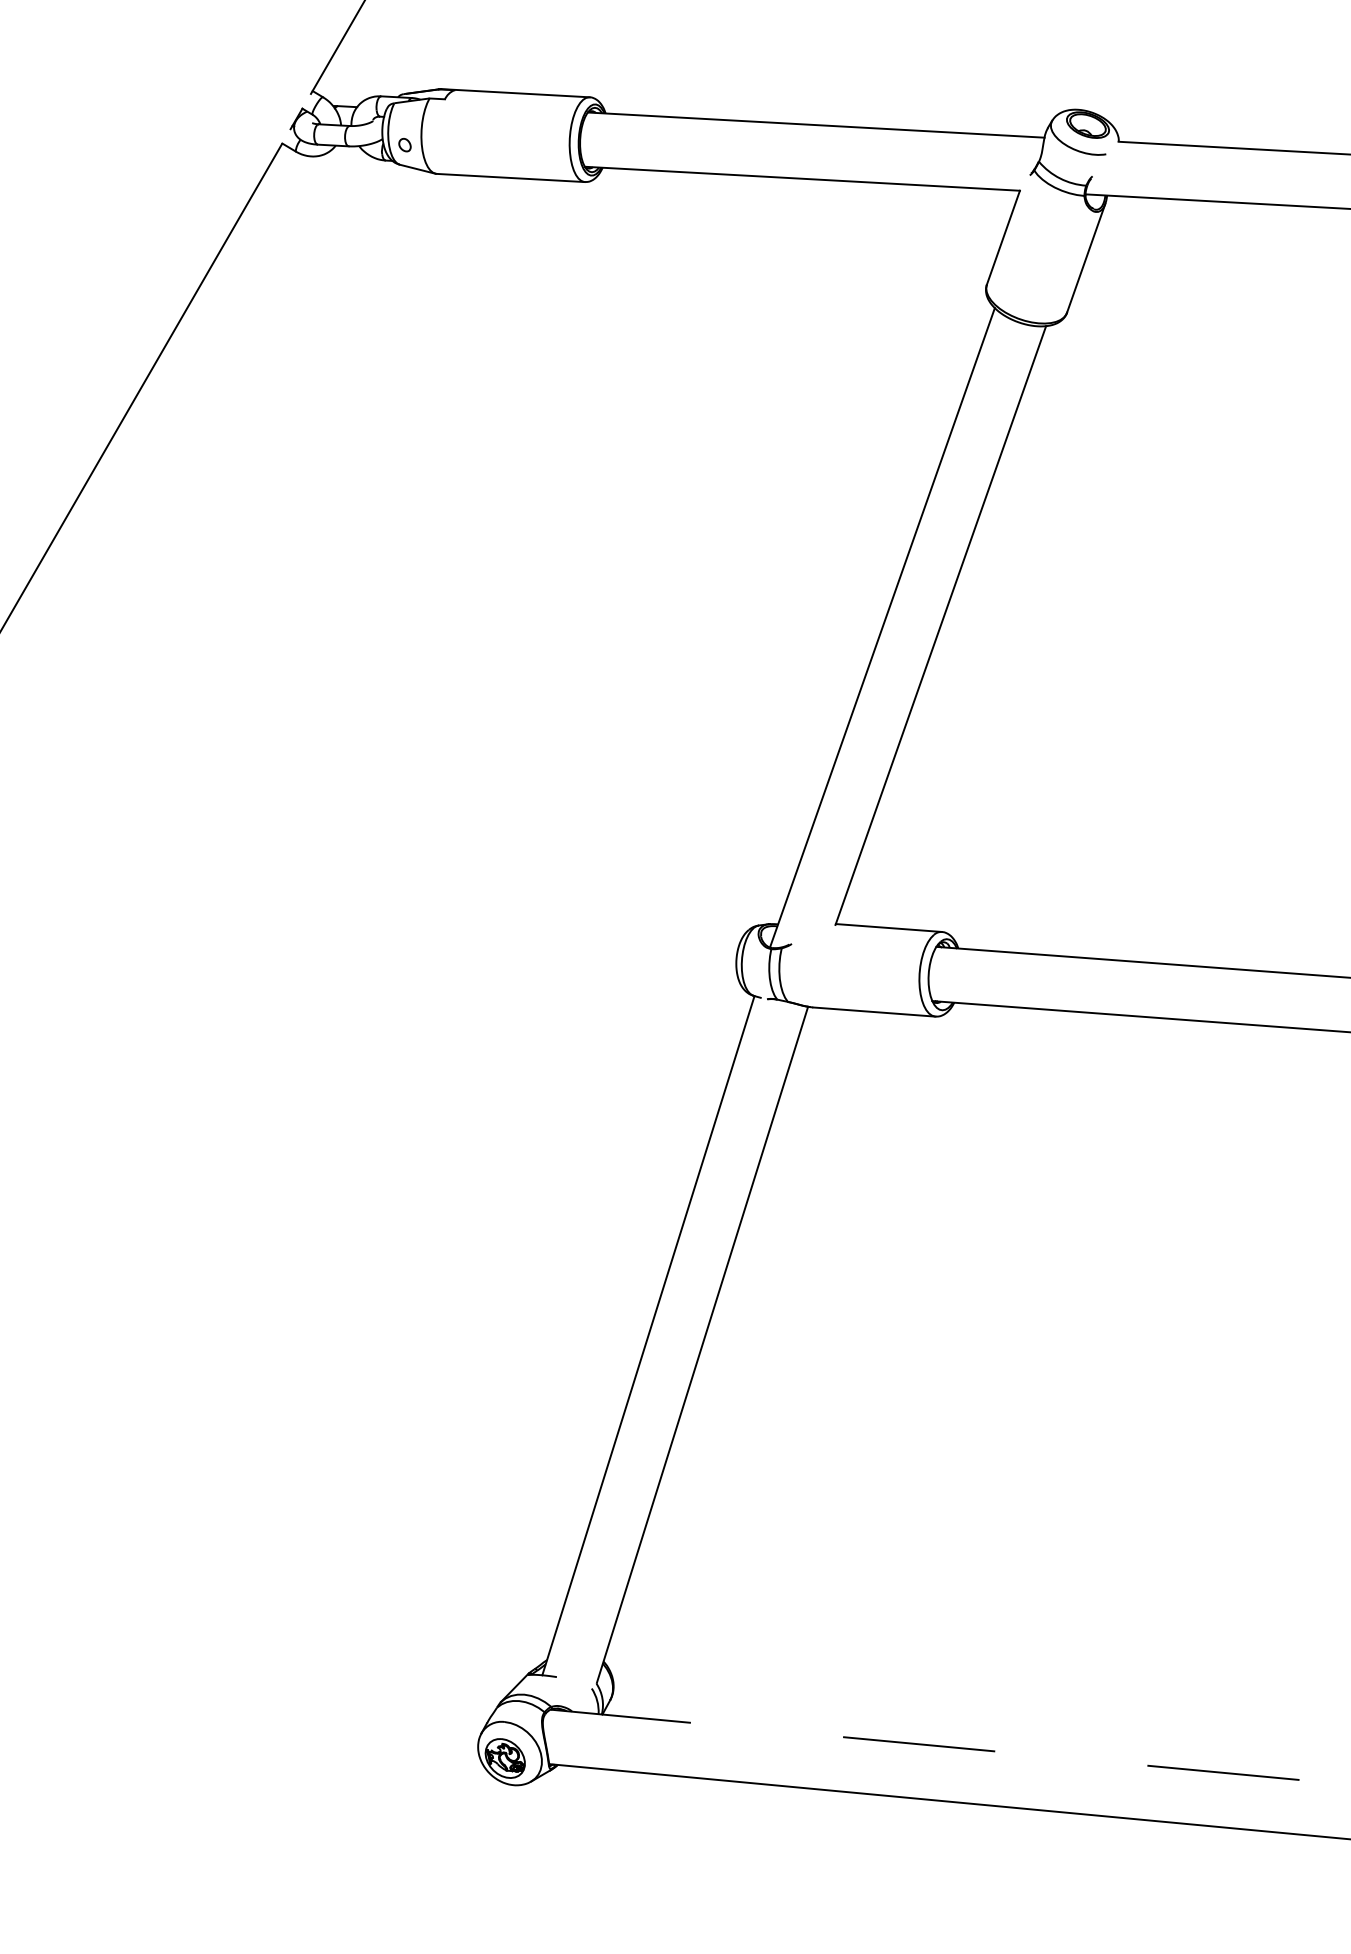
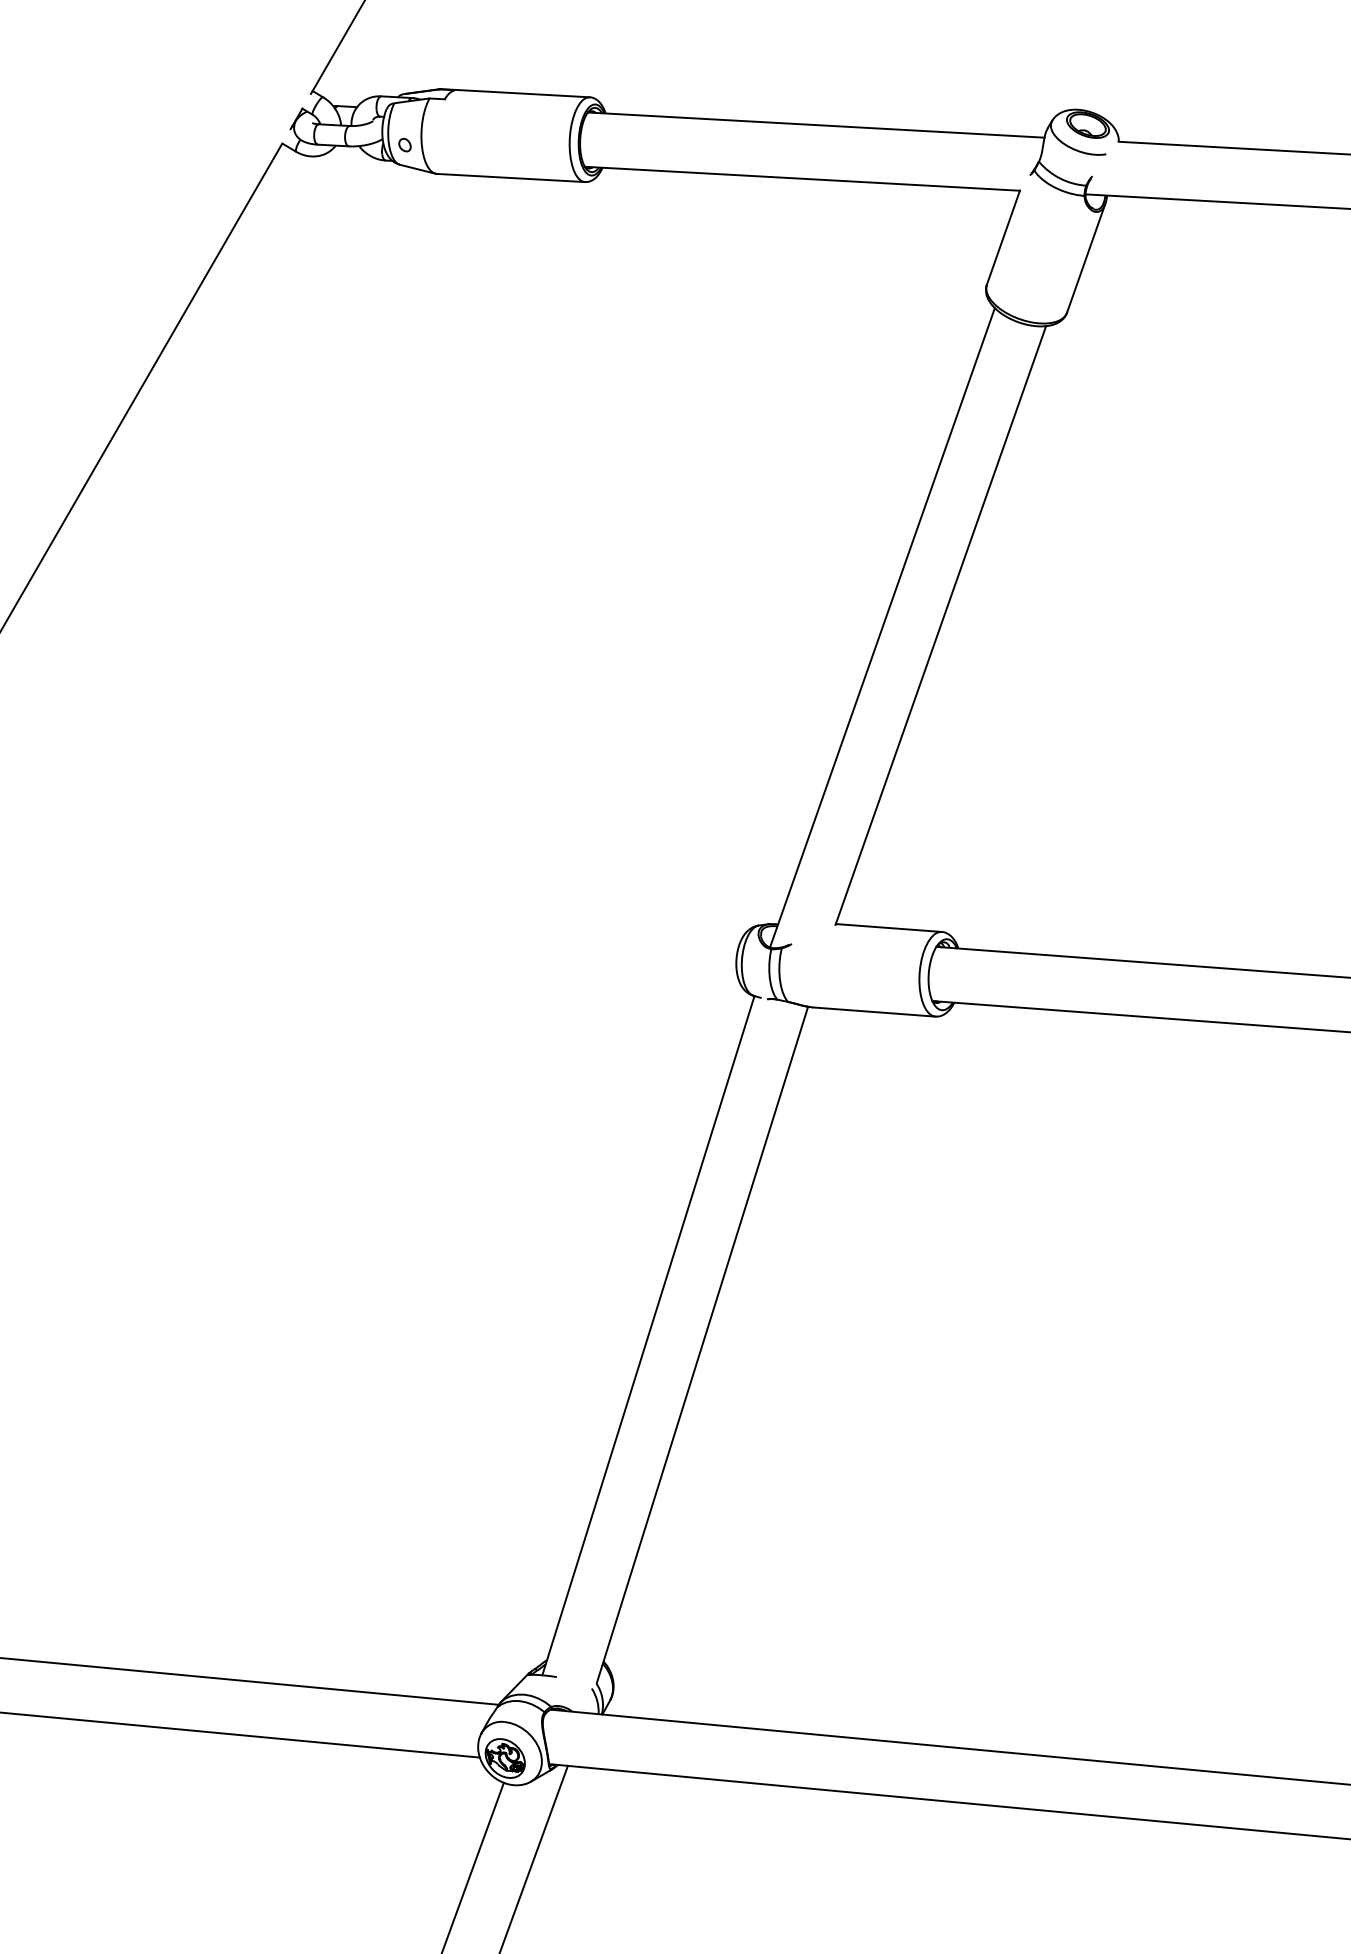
line at (250, 1681): none -> present
line at (240, 1734): none -> present
line at (949, 1747): dashed -> solid
line at (533, 1857): none -> present
line at (473, 1866): none -> present
